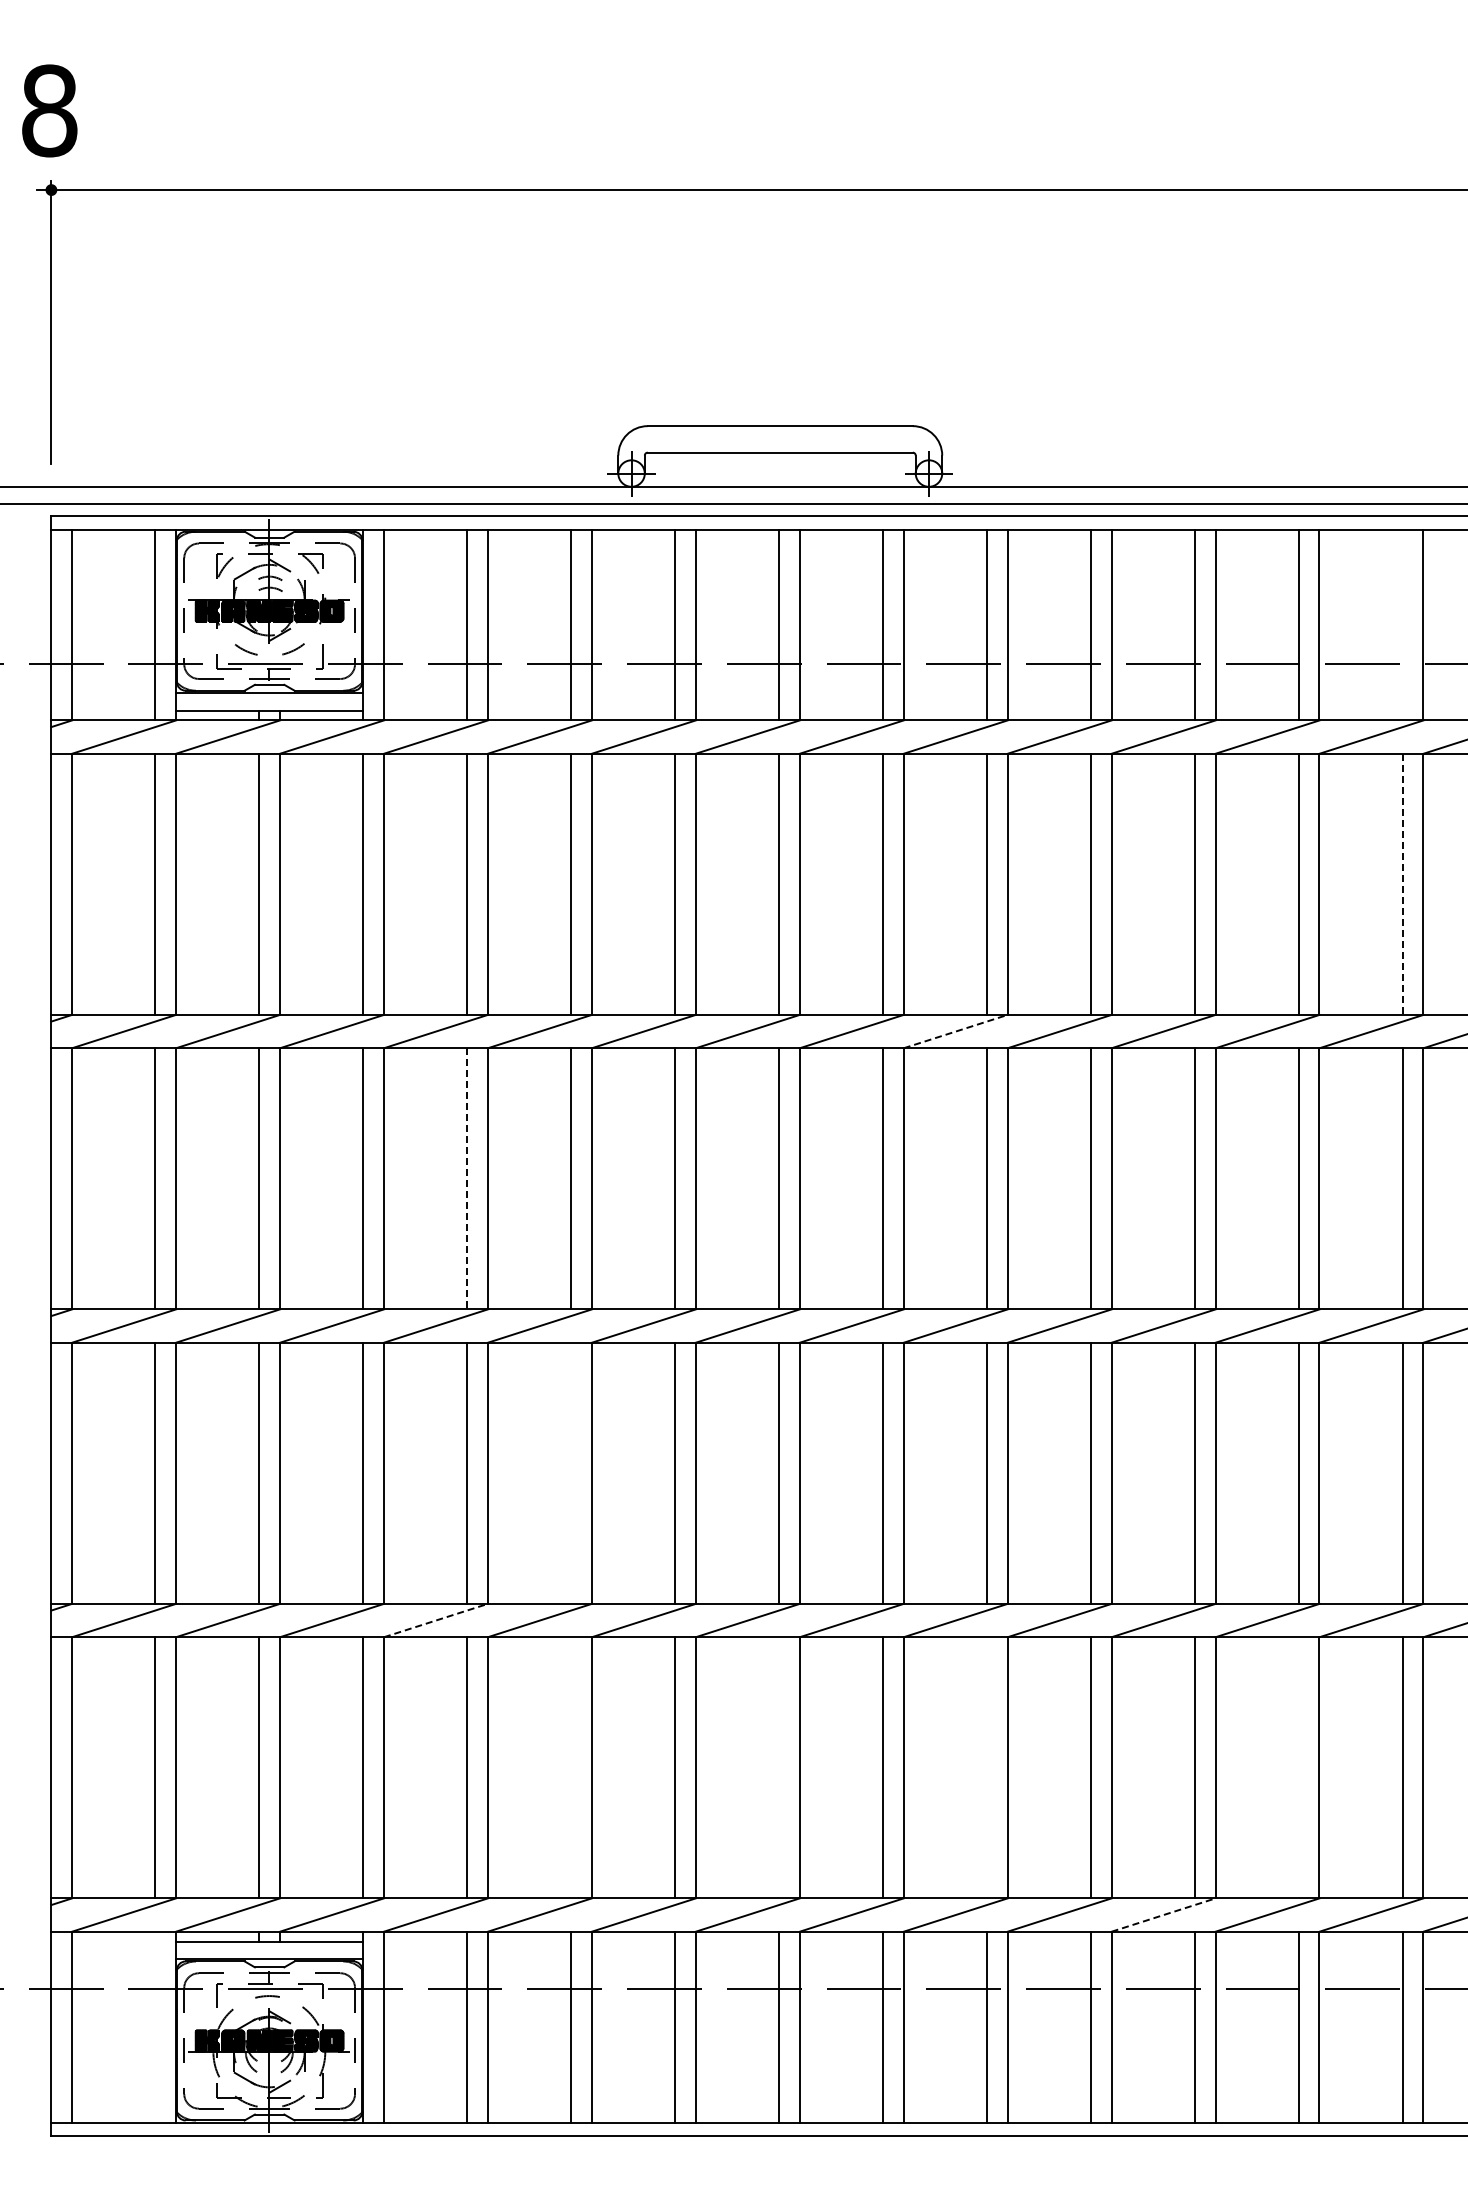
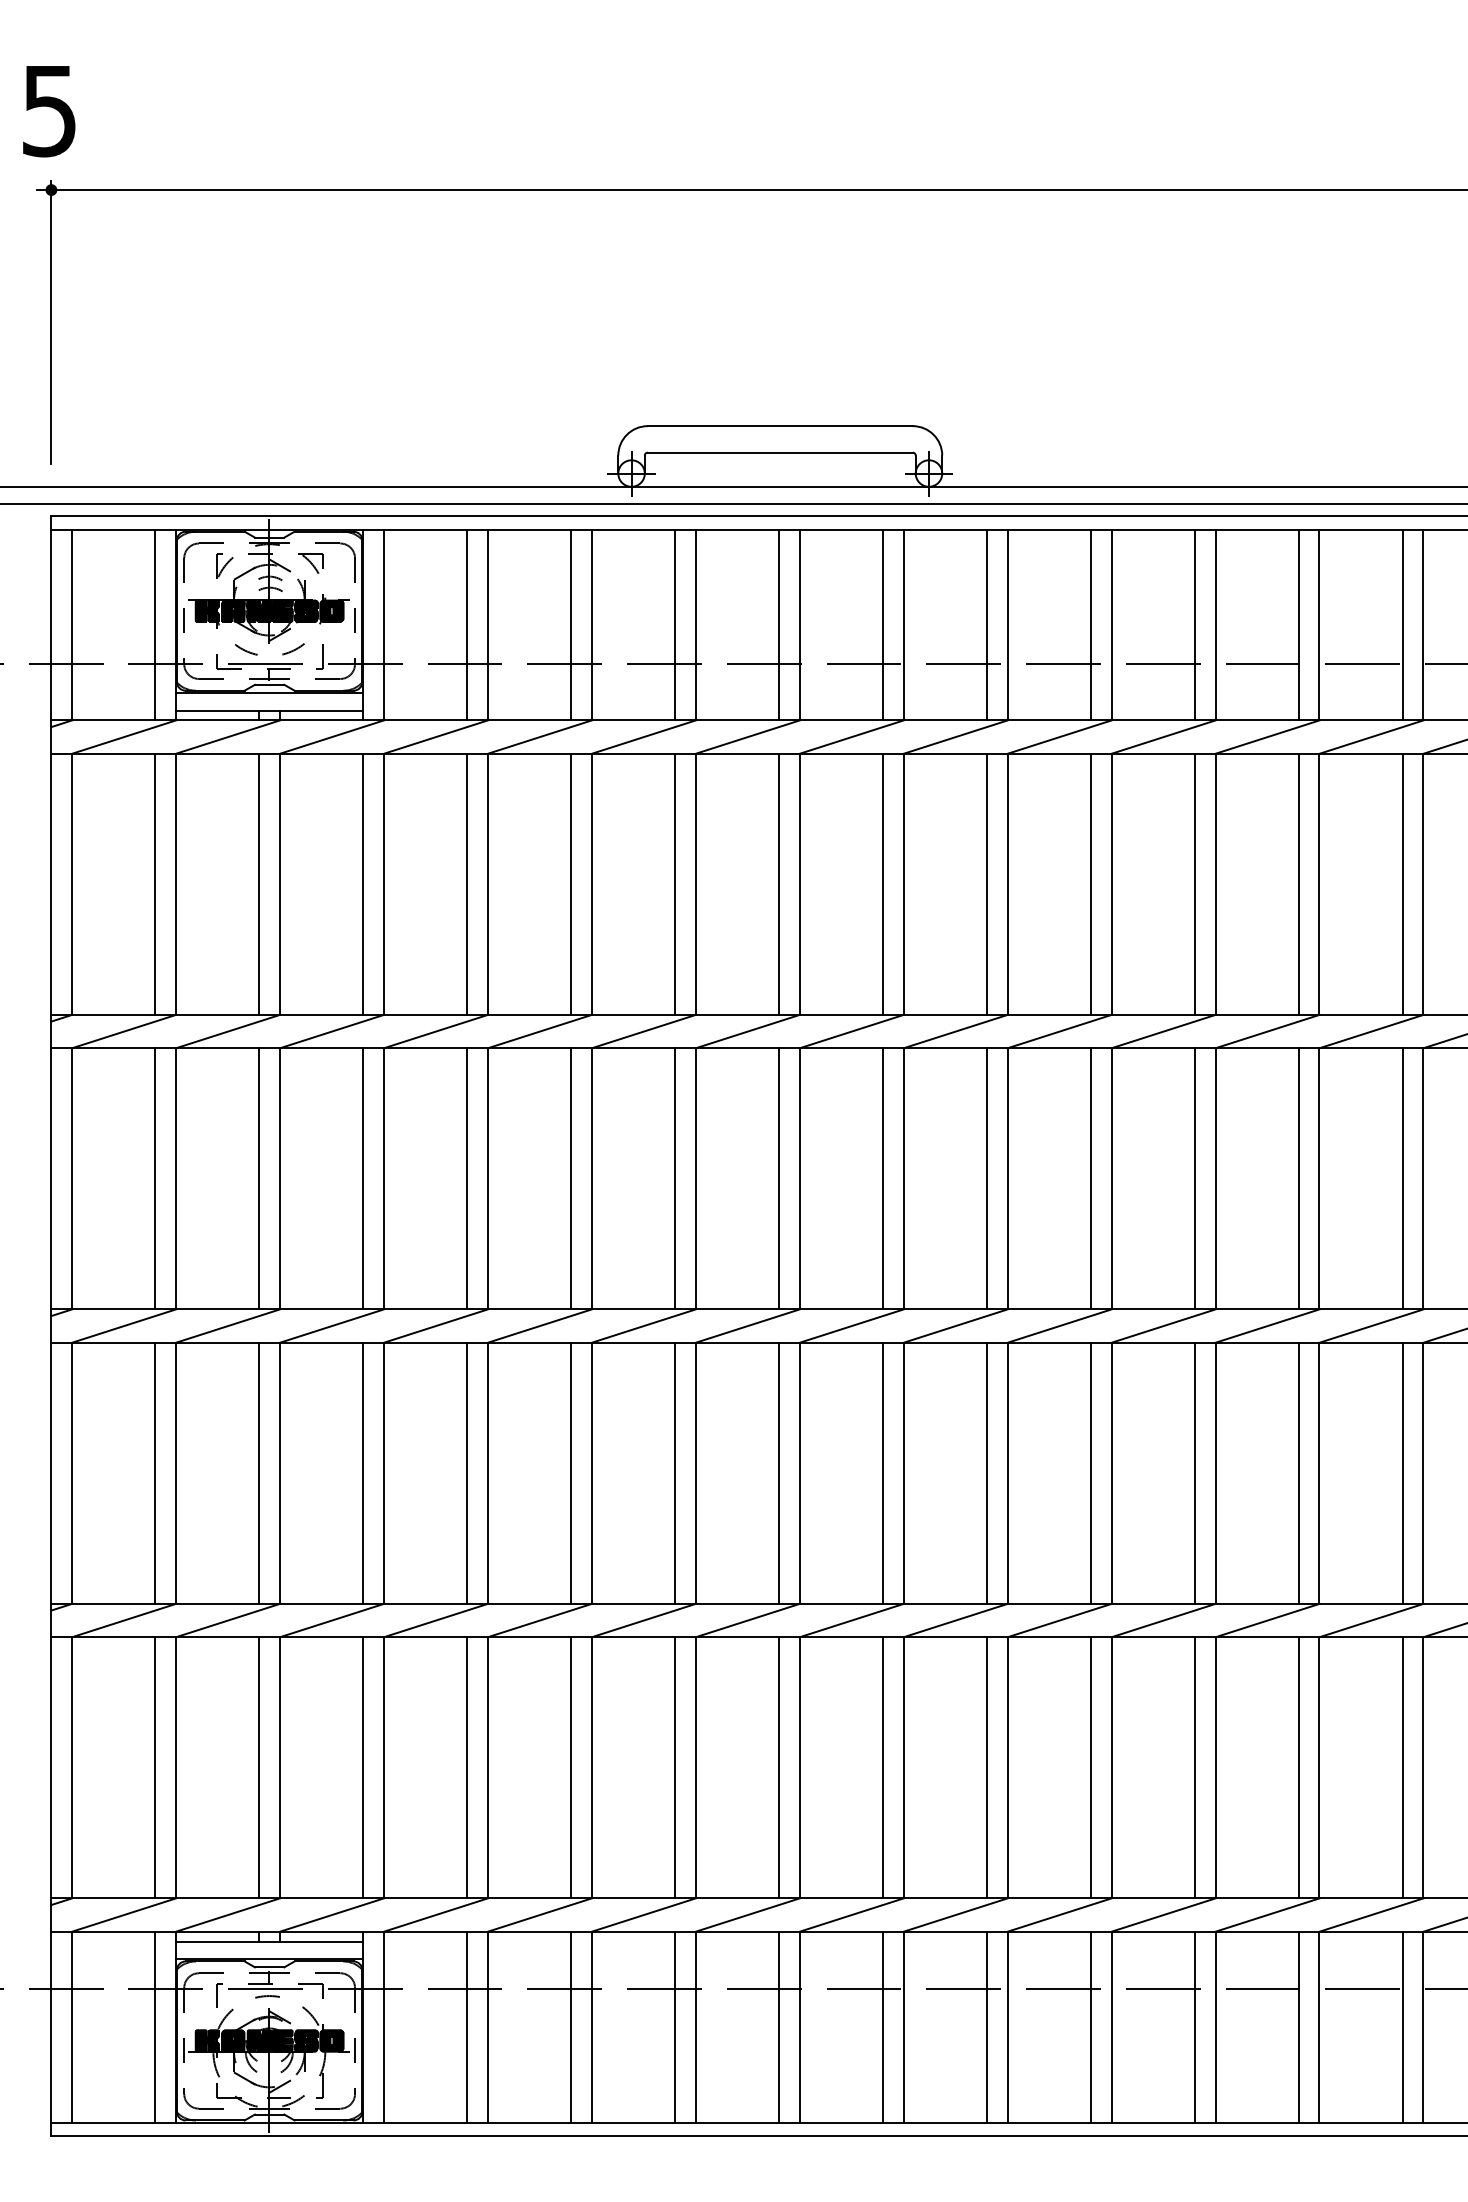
text at (49, 110): 8 -> 5
line at (1402, 624): none -> present
line at (1402, 884): dashed -> solid
line at (955, 1031): dashed -> solid
line at (467, 1178): dashed -> solid
line at (571, 1472): none -> present
line at (435, 1620): dashed -> solid
line at (571, 1767): none -> present
line at (779, 1767): none -> present
line at (987, 1767): none -> present
line at (1298, 1767): none -> present
line at (1163, 1915): dashed -> solid
line at (155, 2026): none -> present
